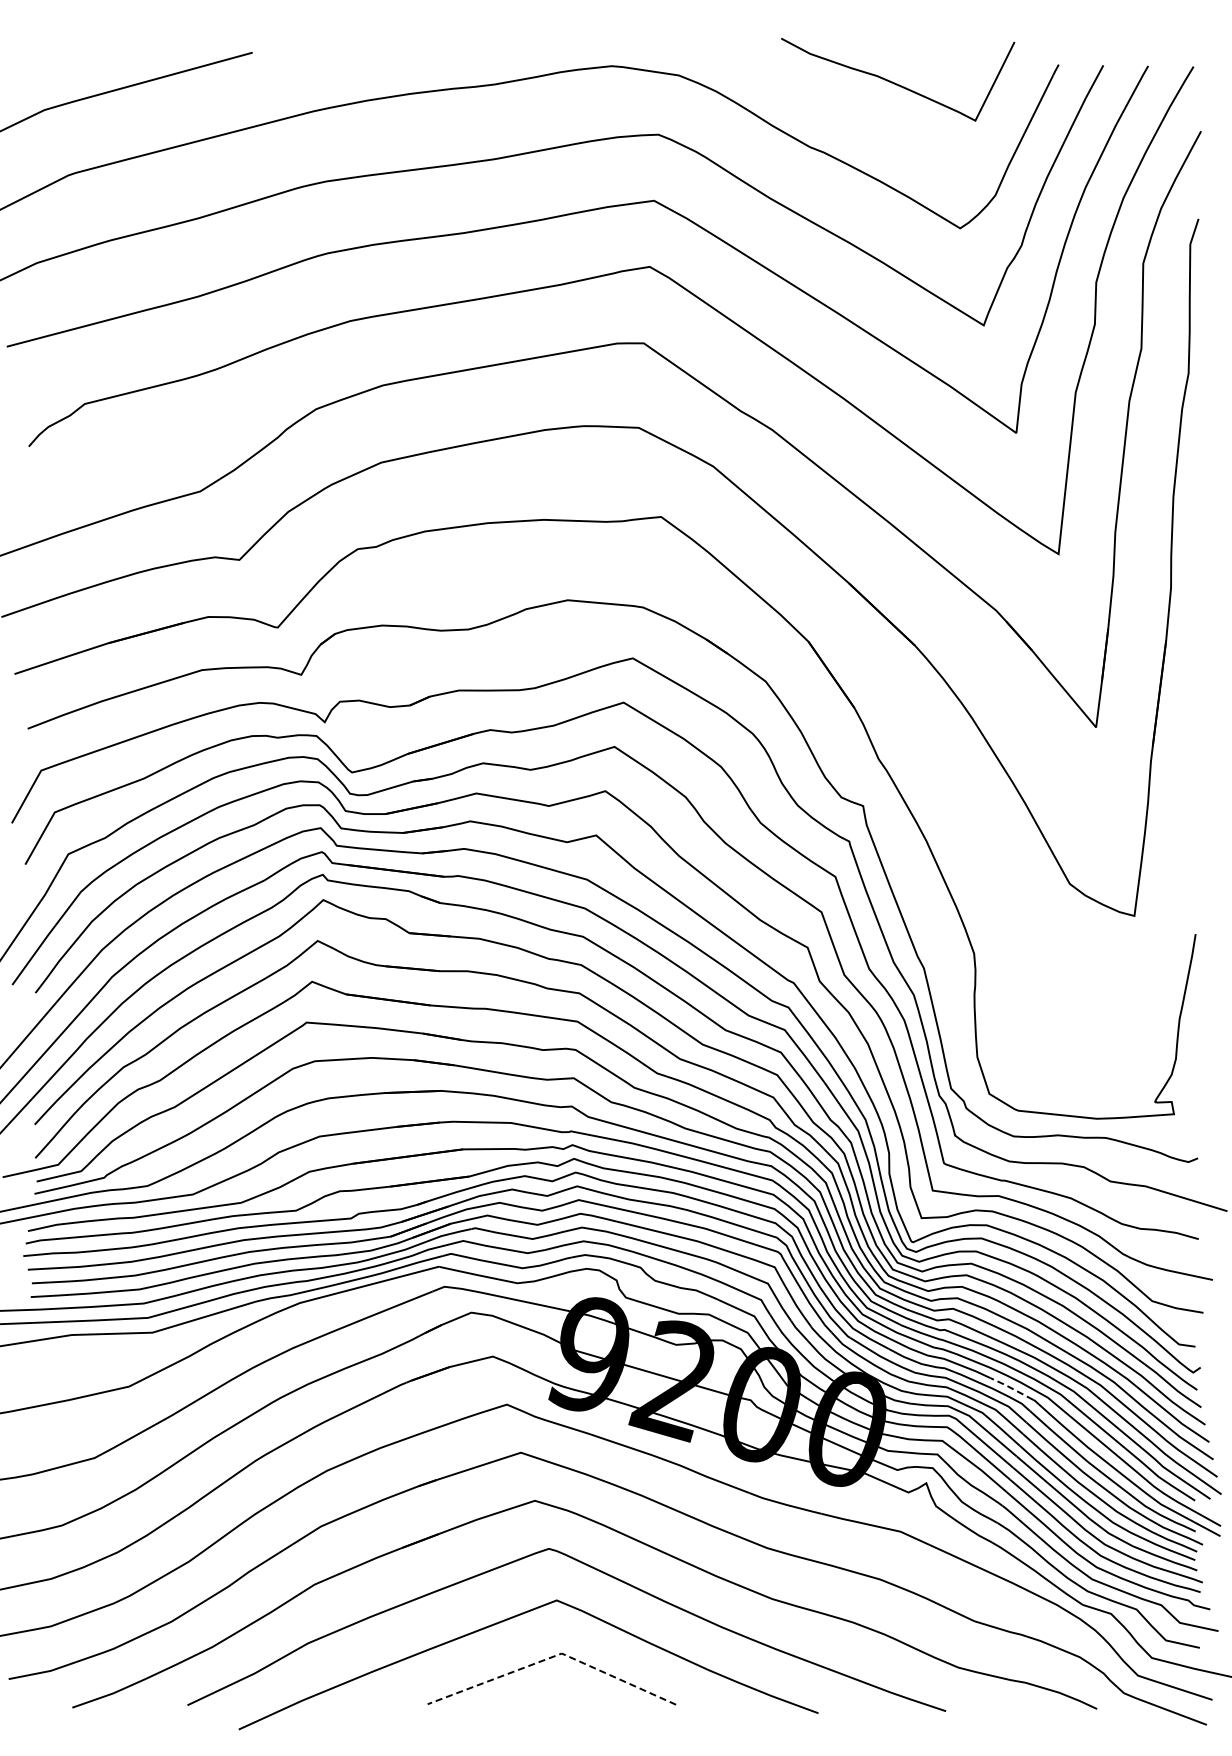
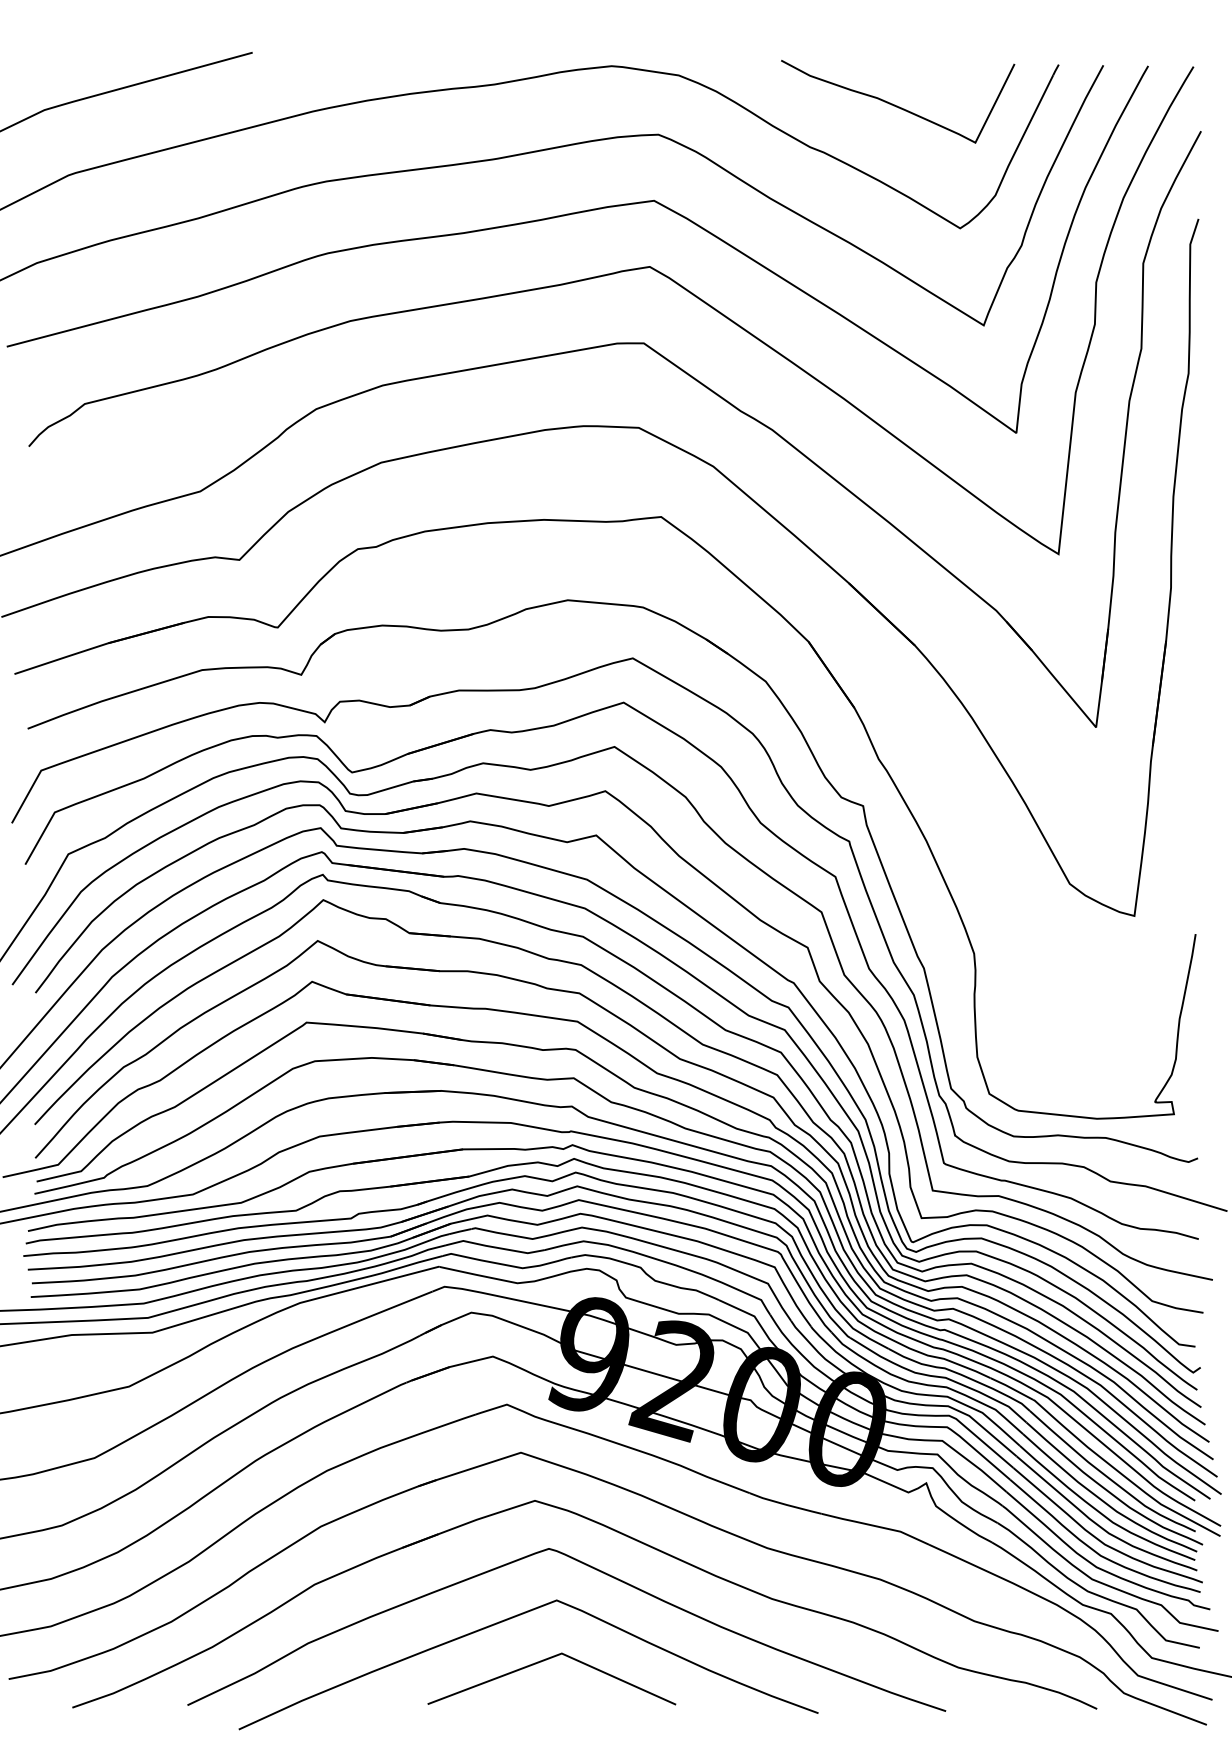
curve at (897, 83) position: (897, 83) -> (897, 105)
line at (1011, 1388): dashed -> solid
line at (553, 1656): dashed -> solid
